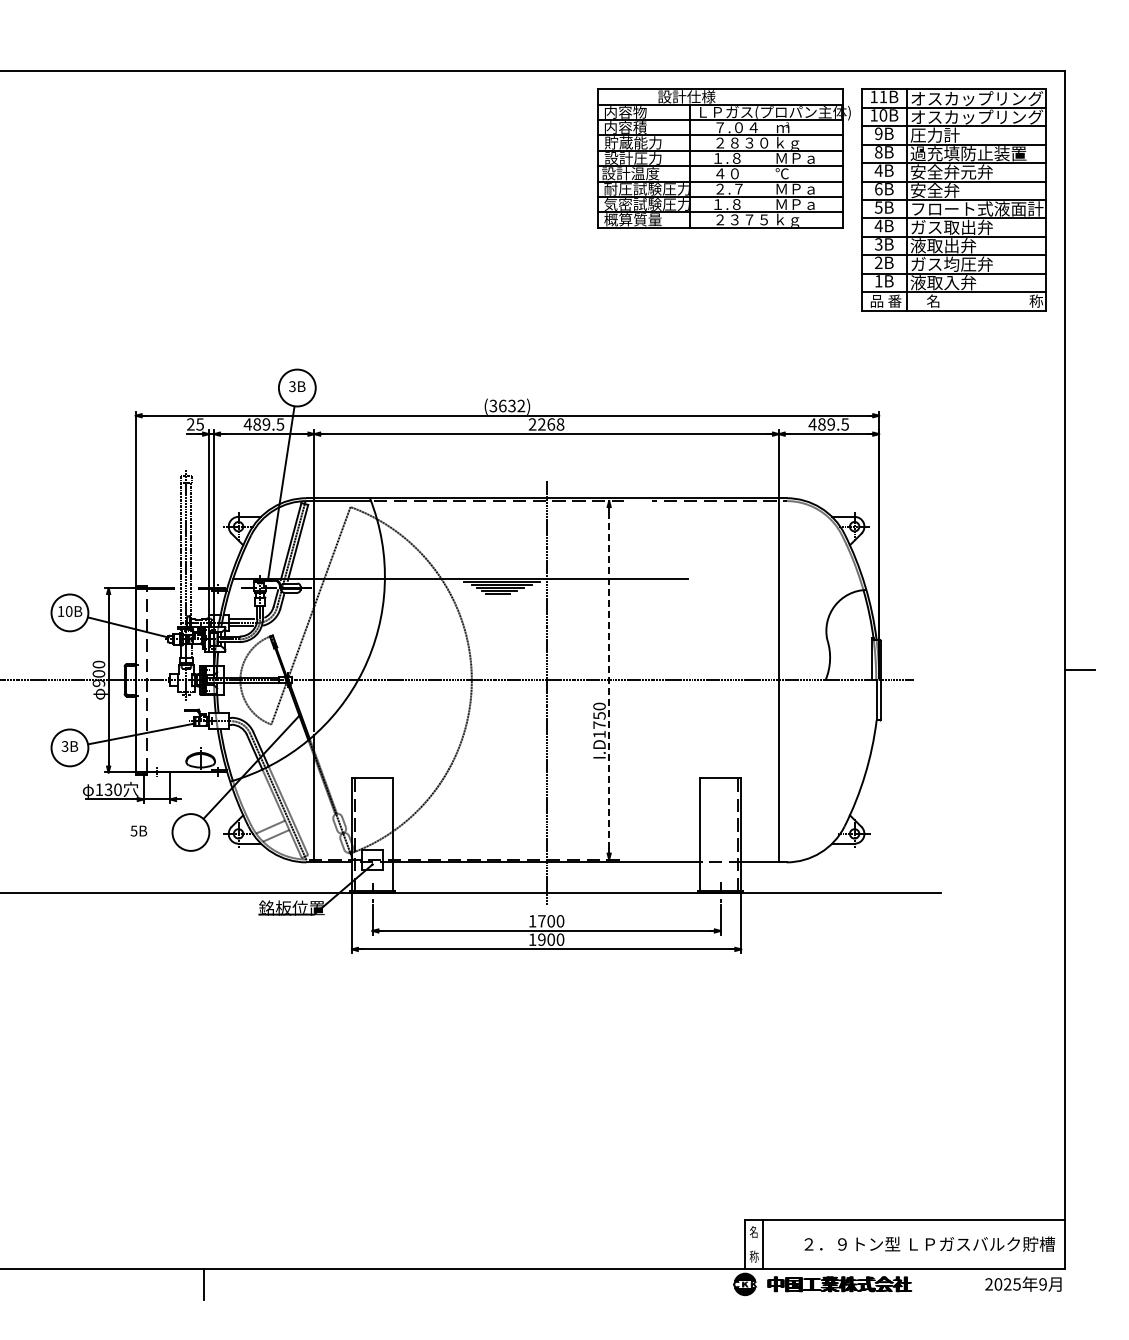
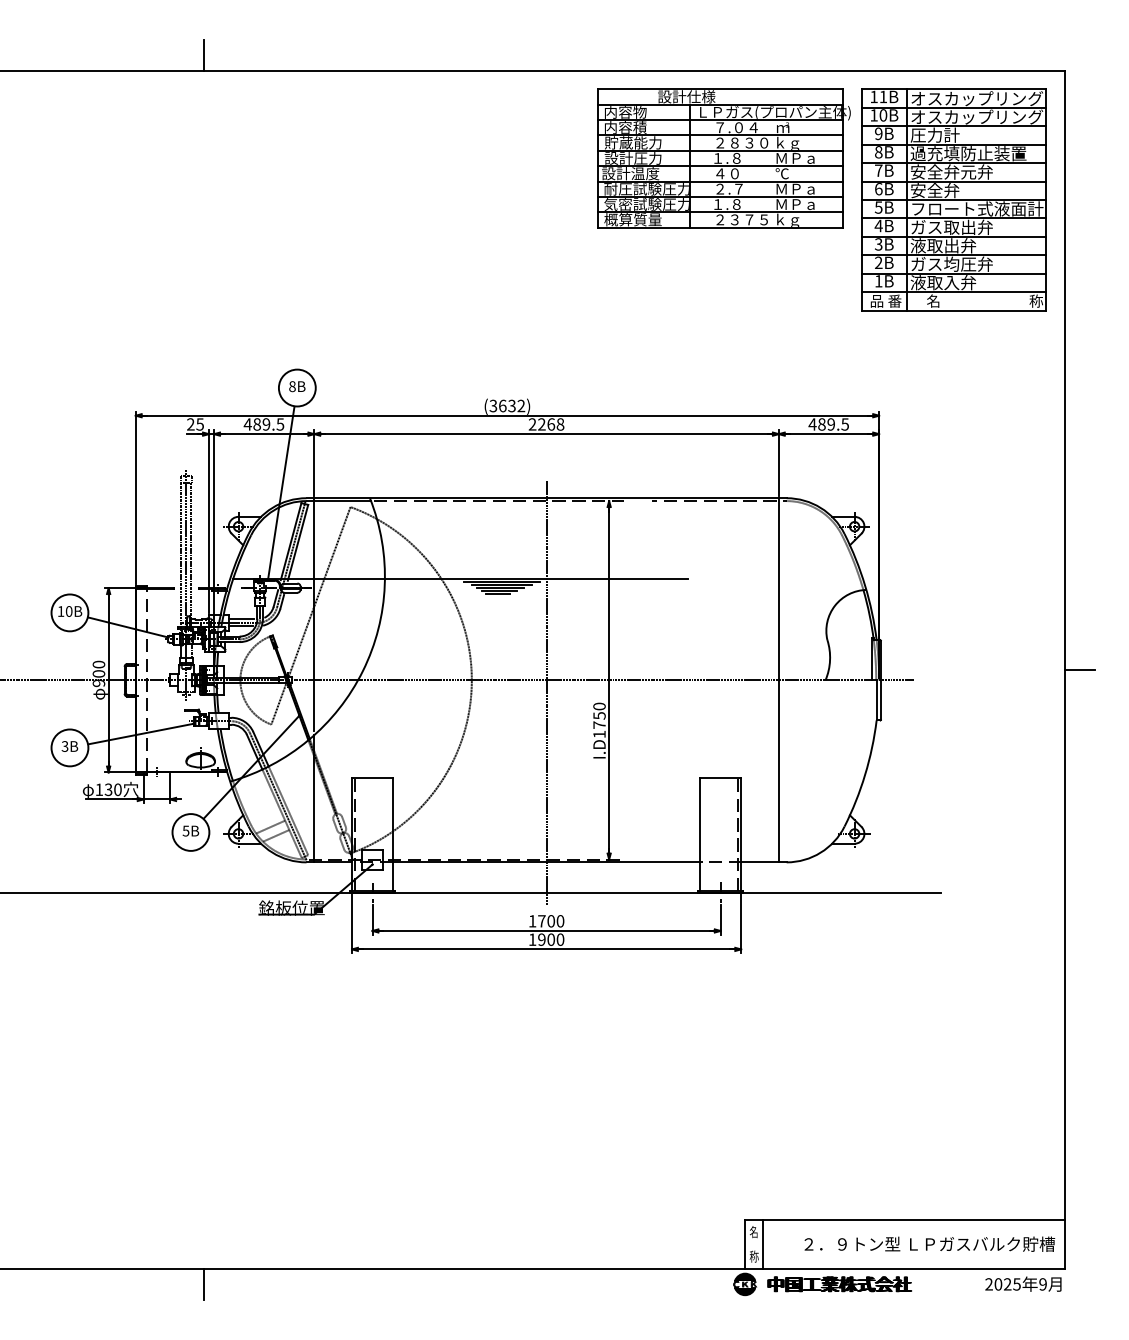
line at (204, 55): none -> present
text at (878, 170): 4B -> 7B
text at (292, 386): 3B -> 8B
line at (609, 679): dashed -> solid
text at (138, 830) position: (138, 830) -> (190, 830)
